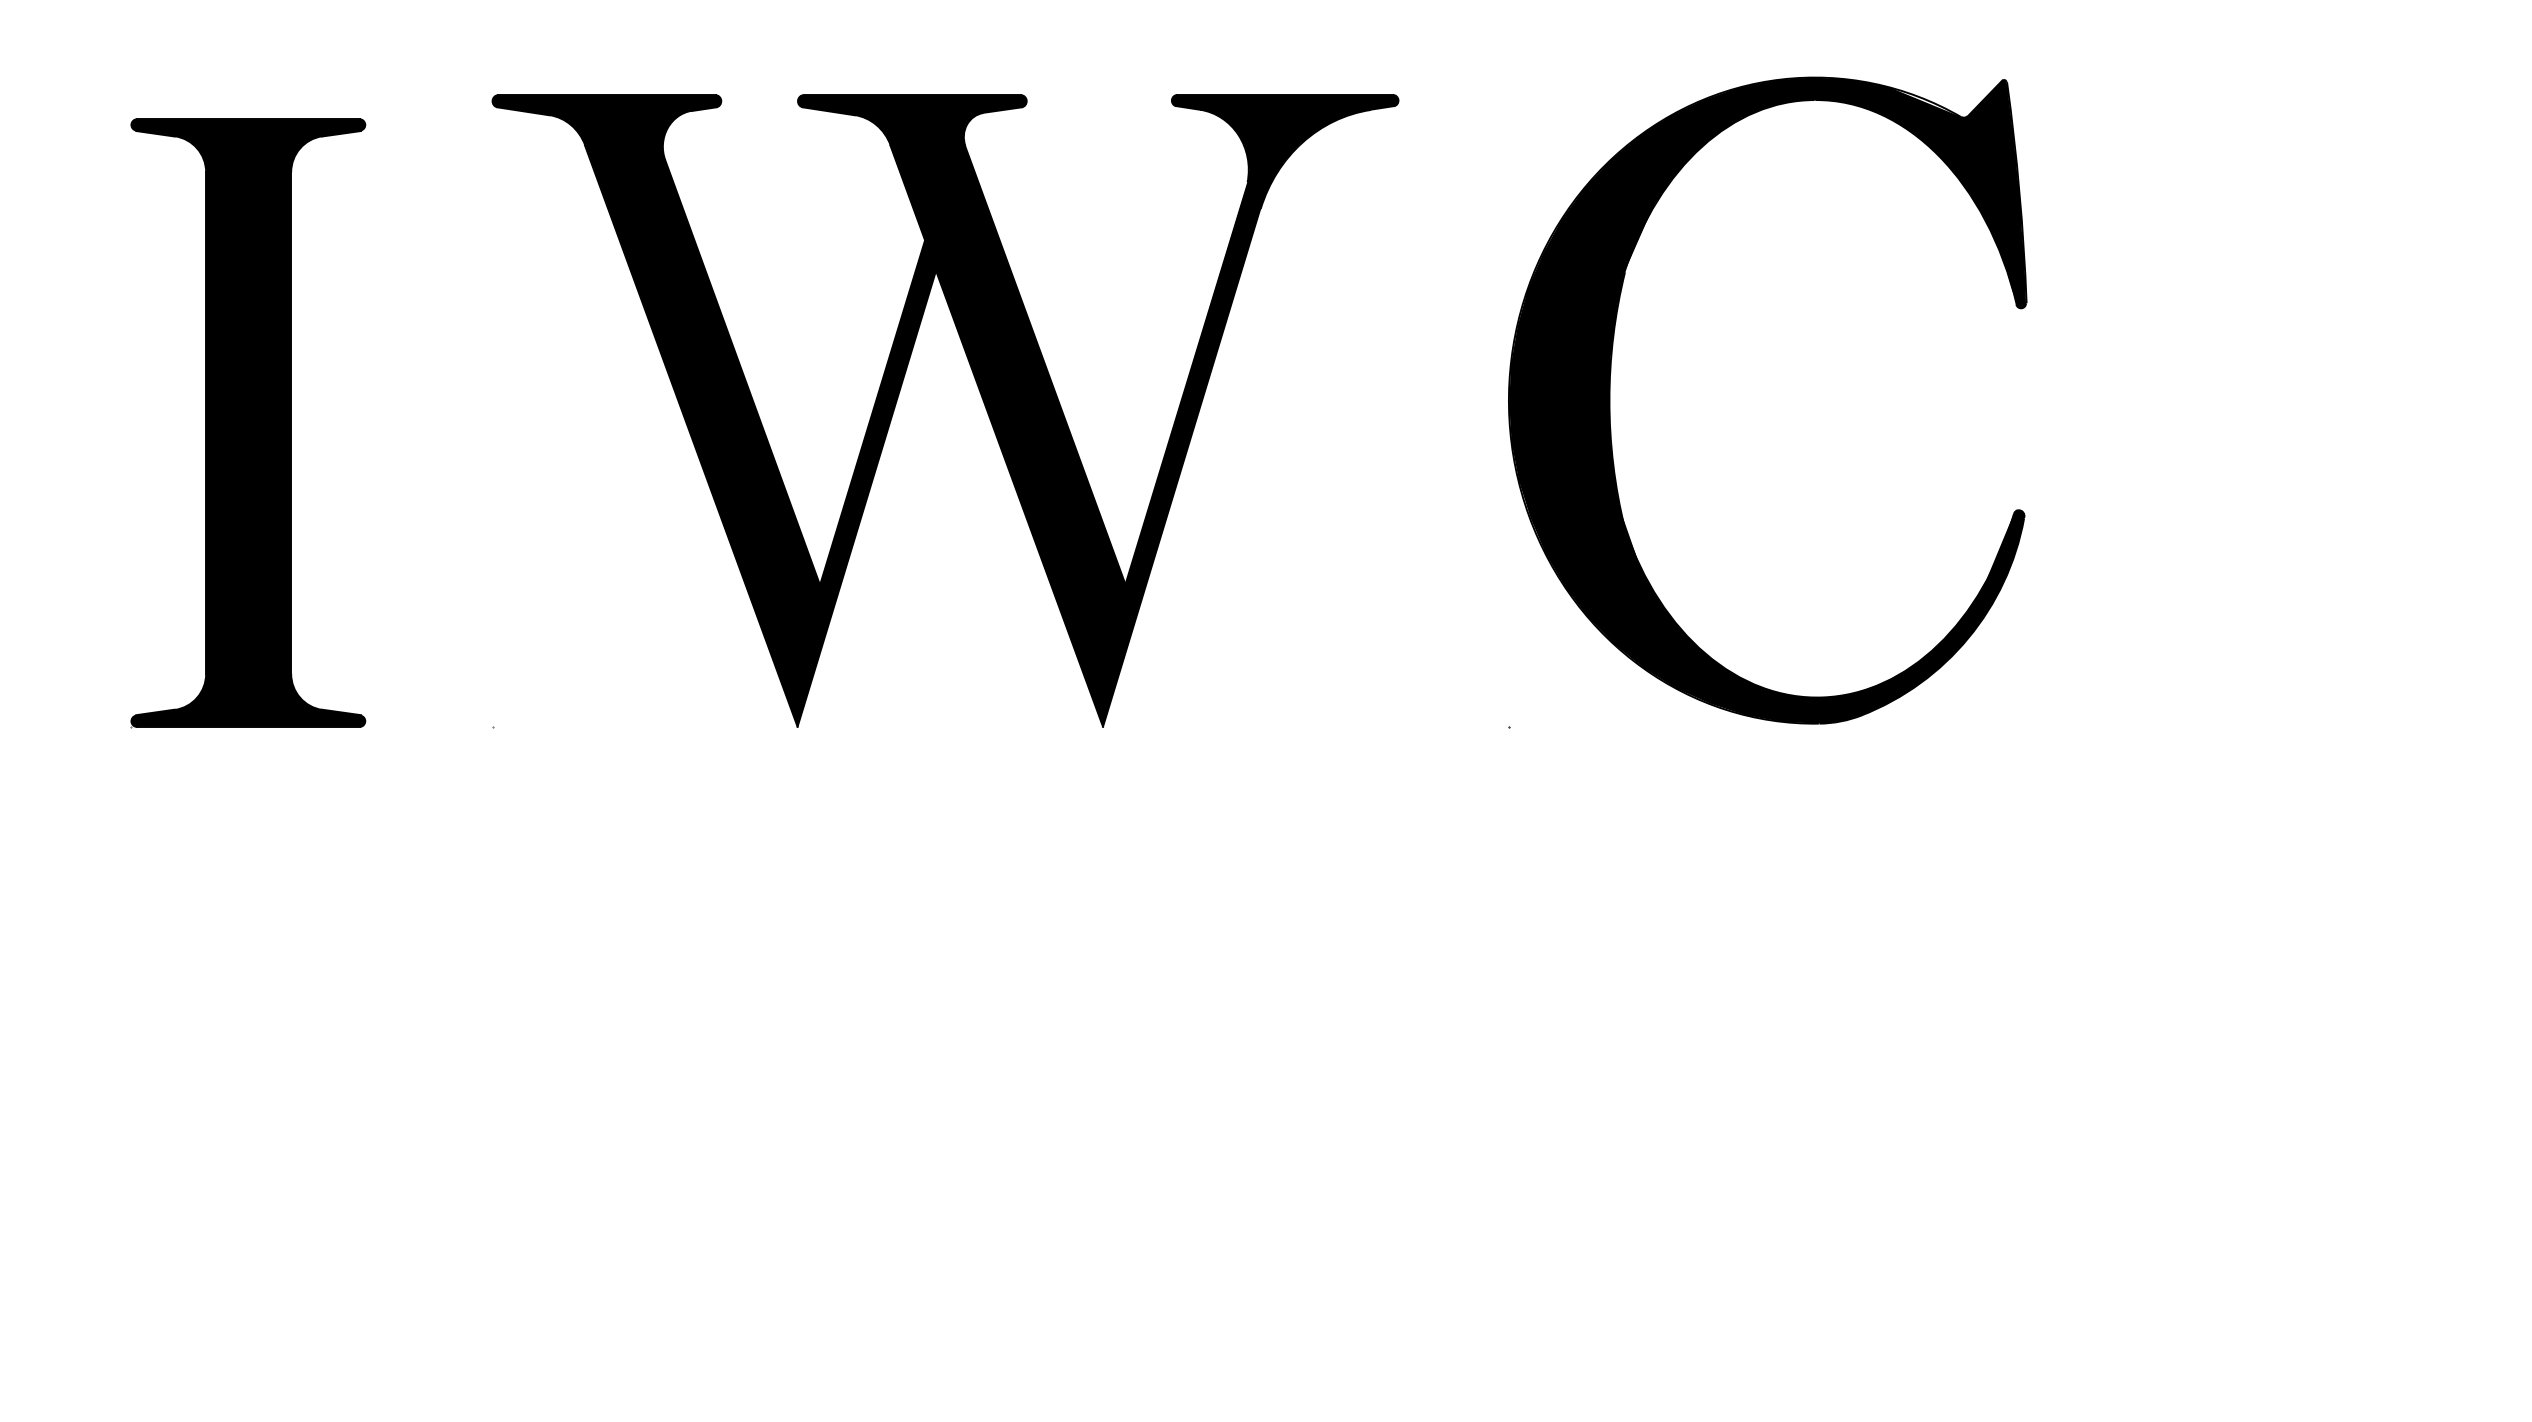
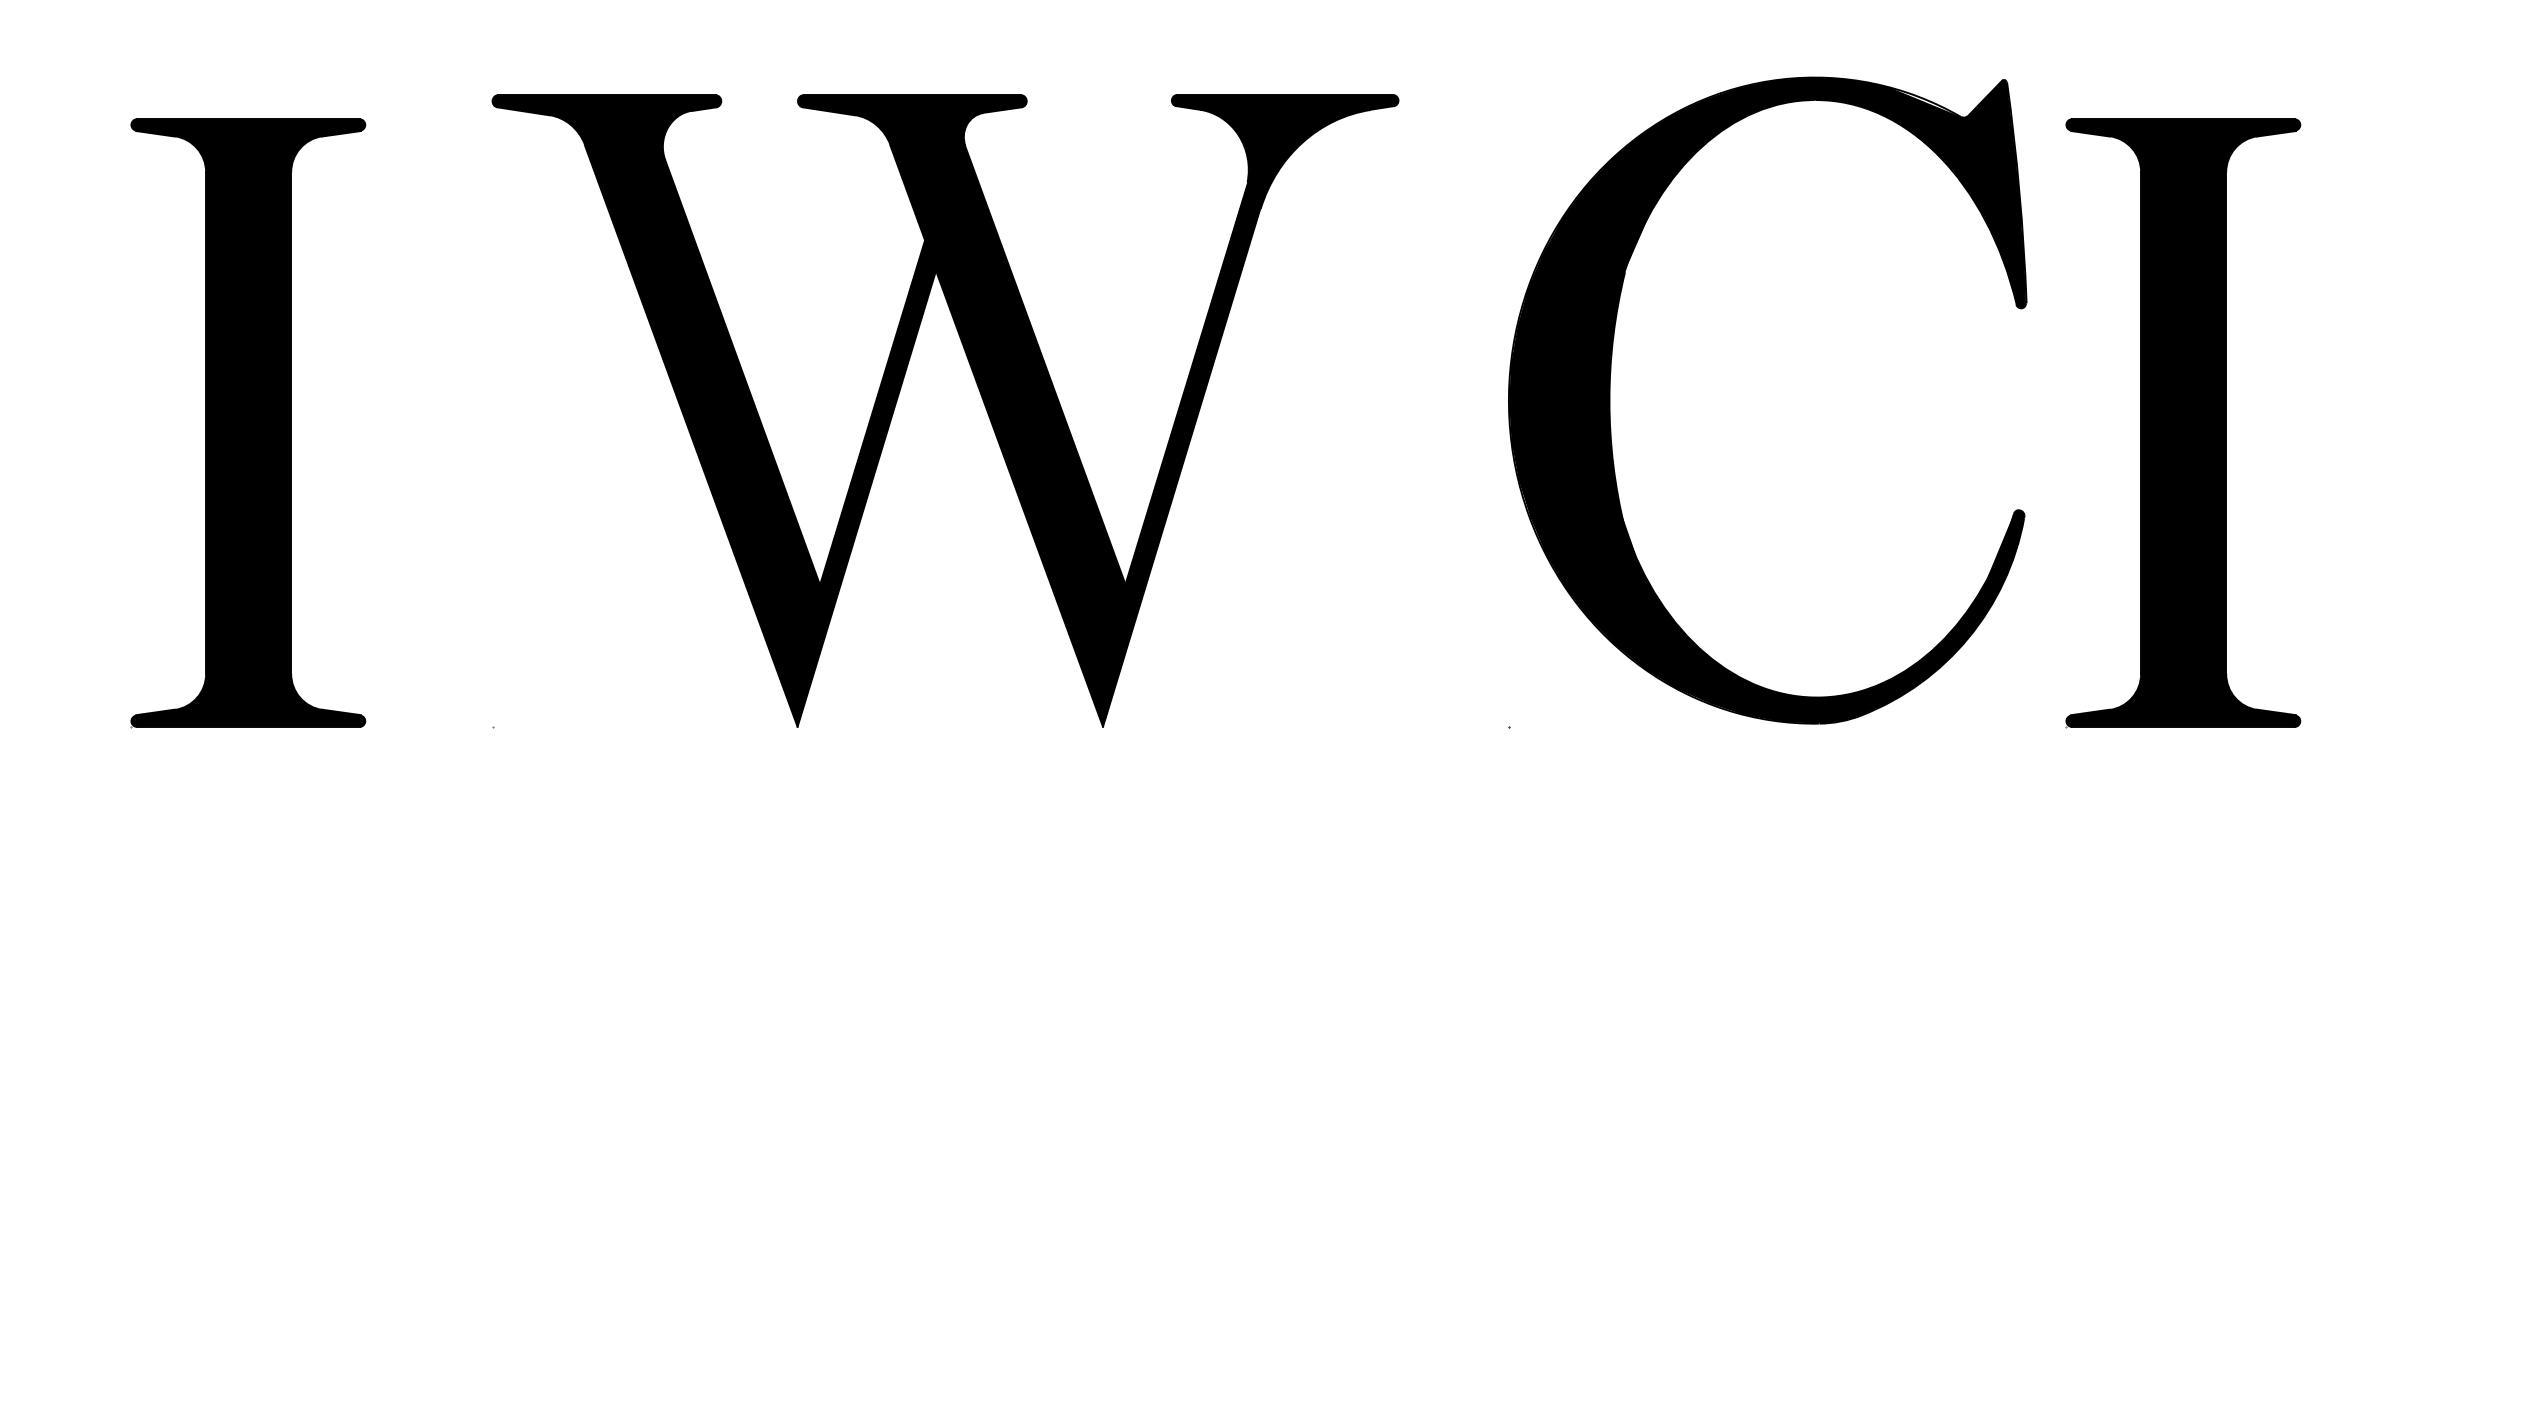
part at (2183, 423): none -> present
